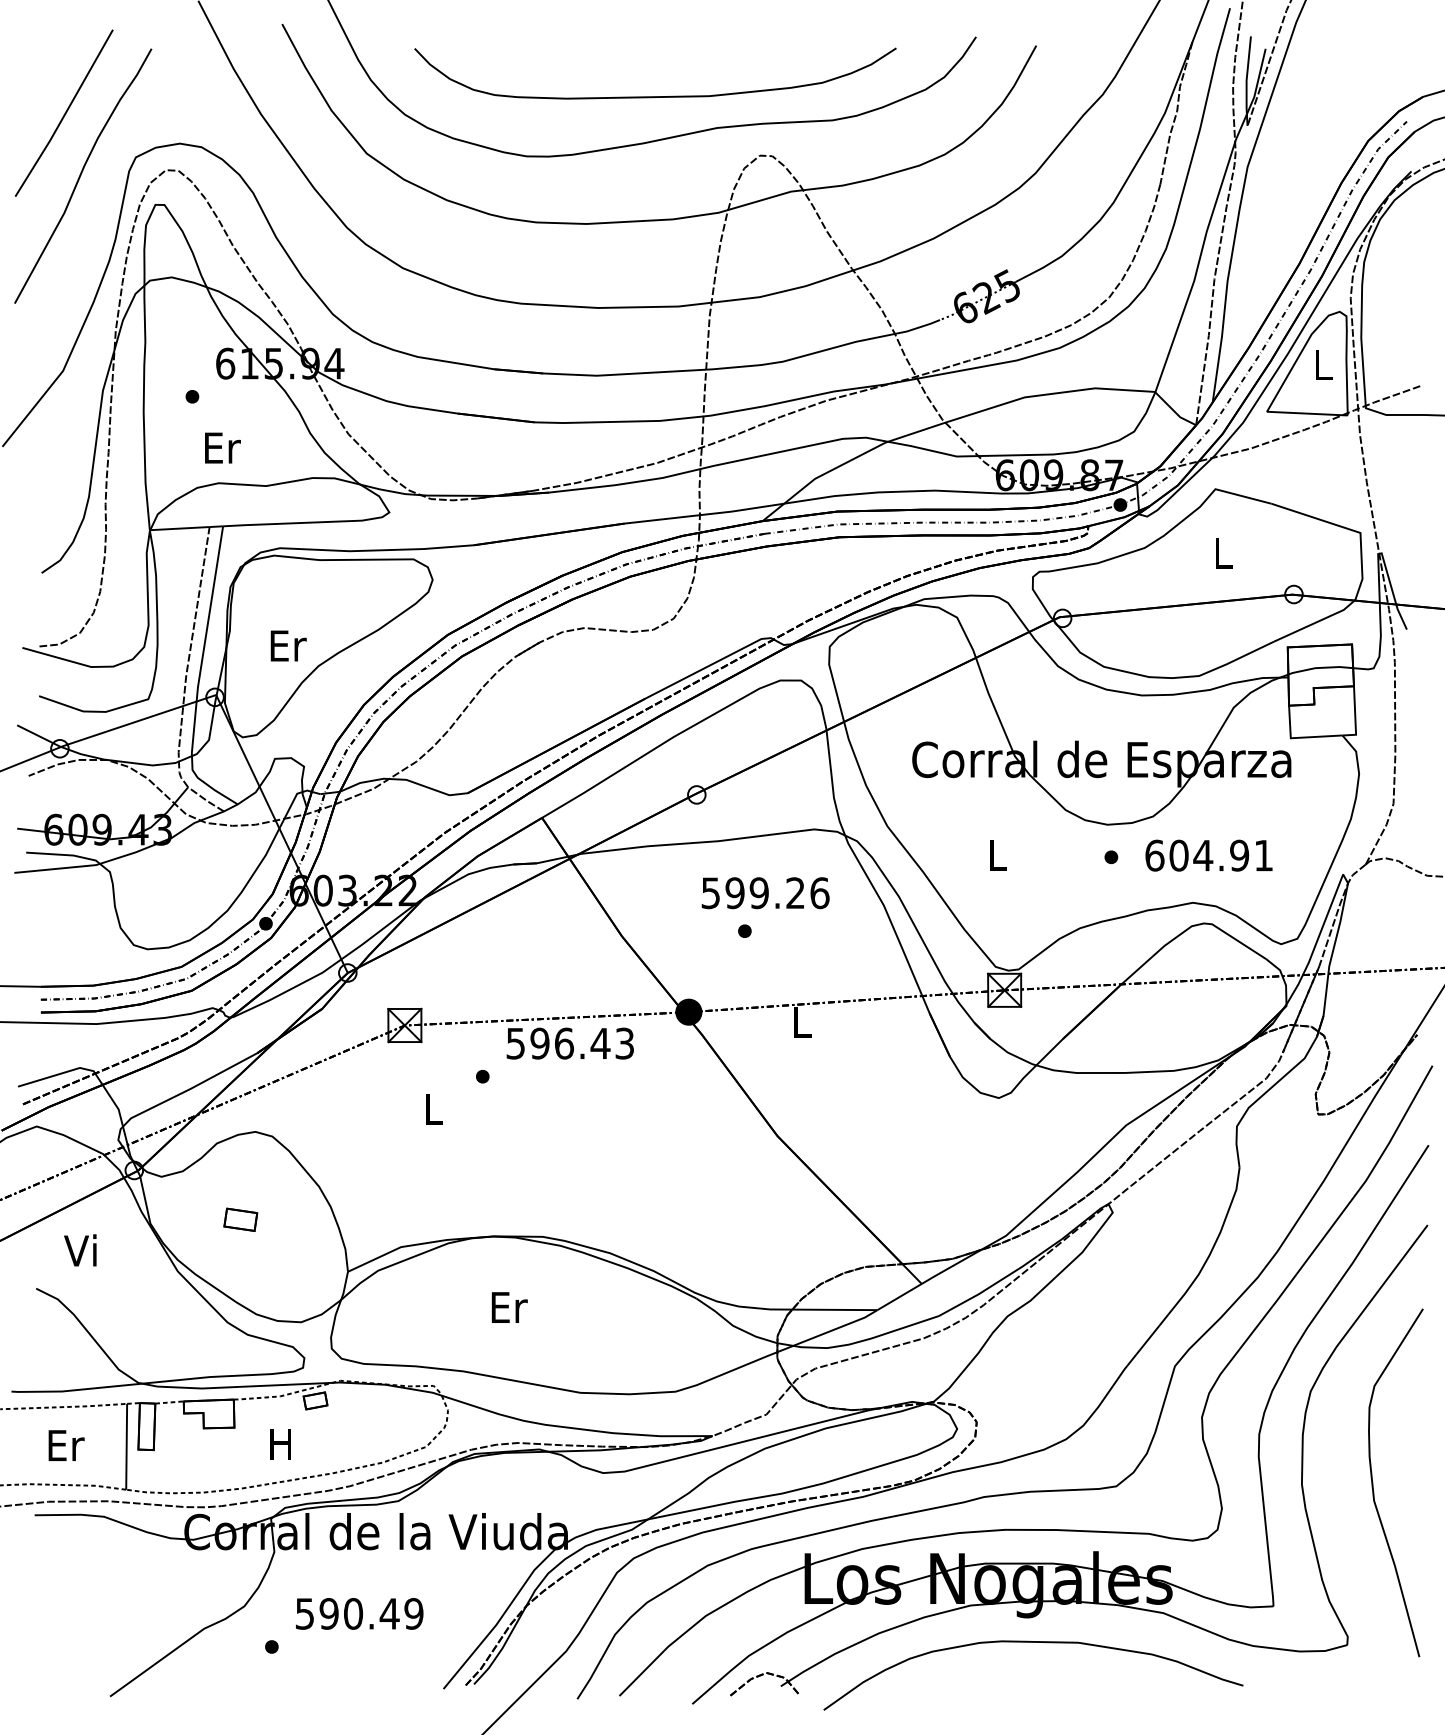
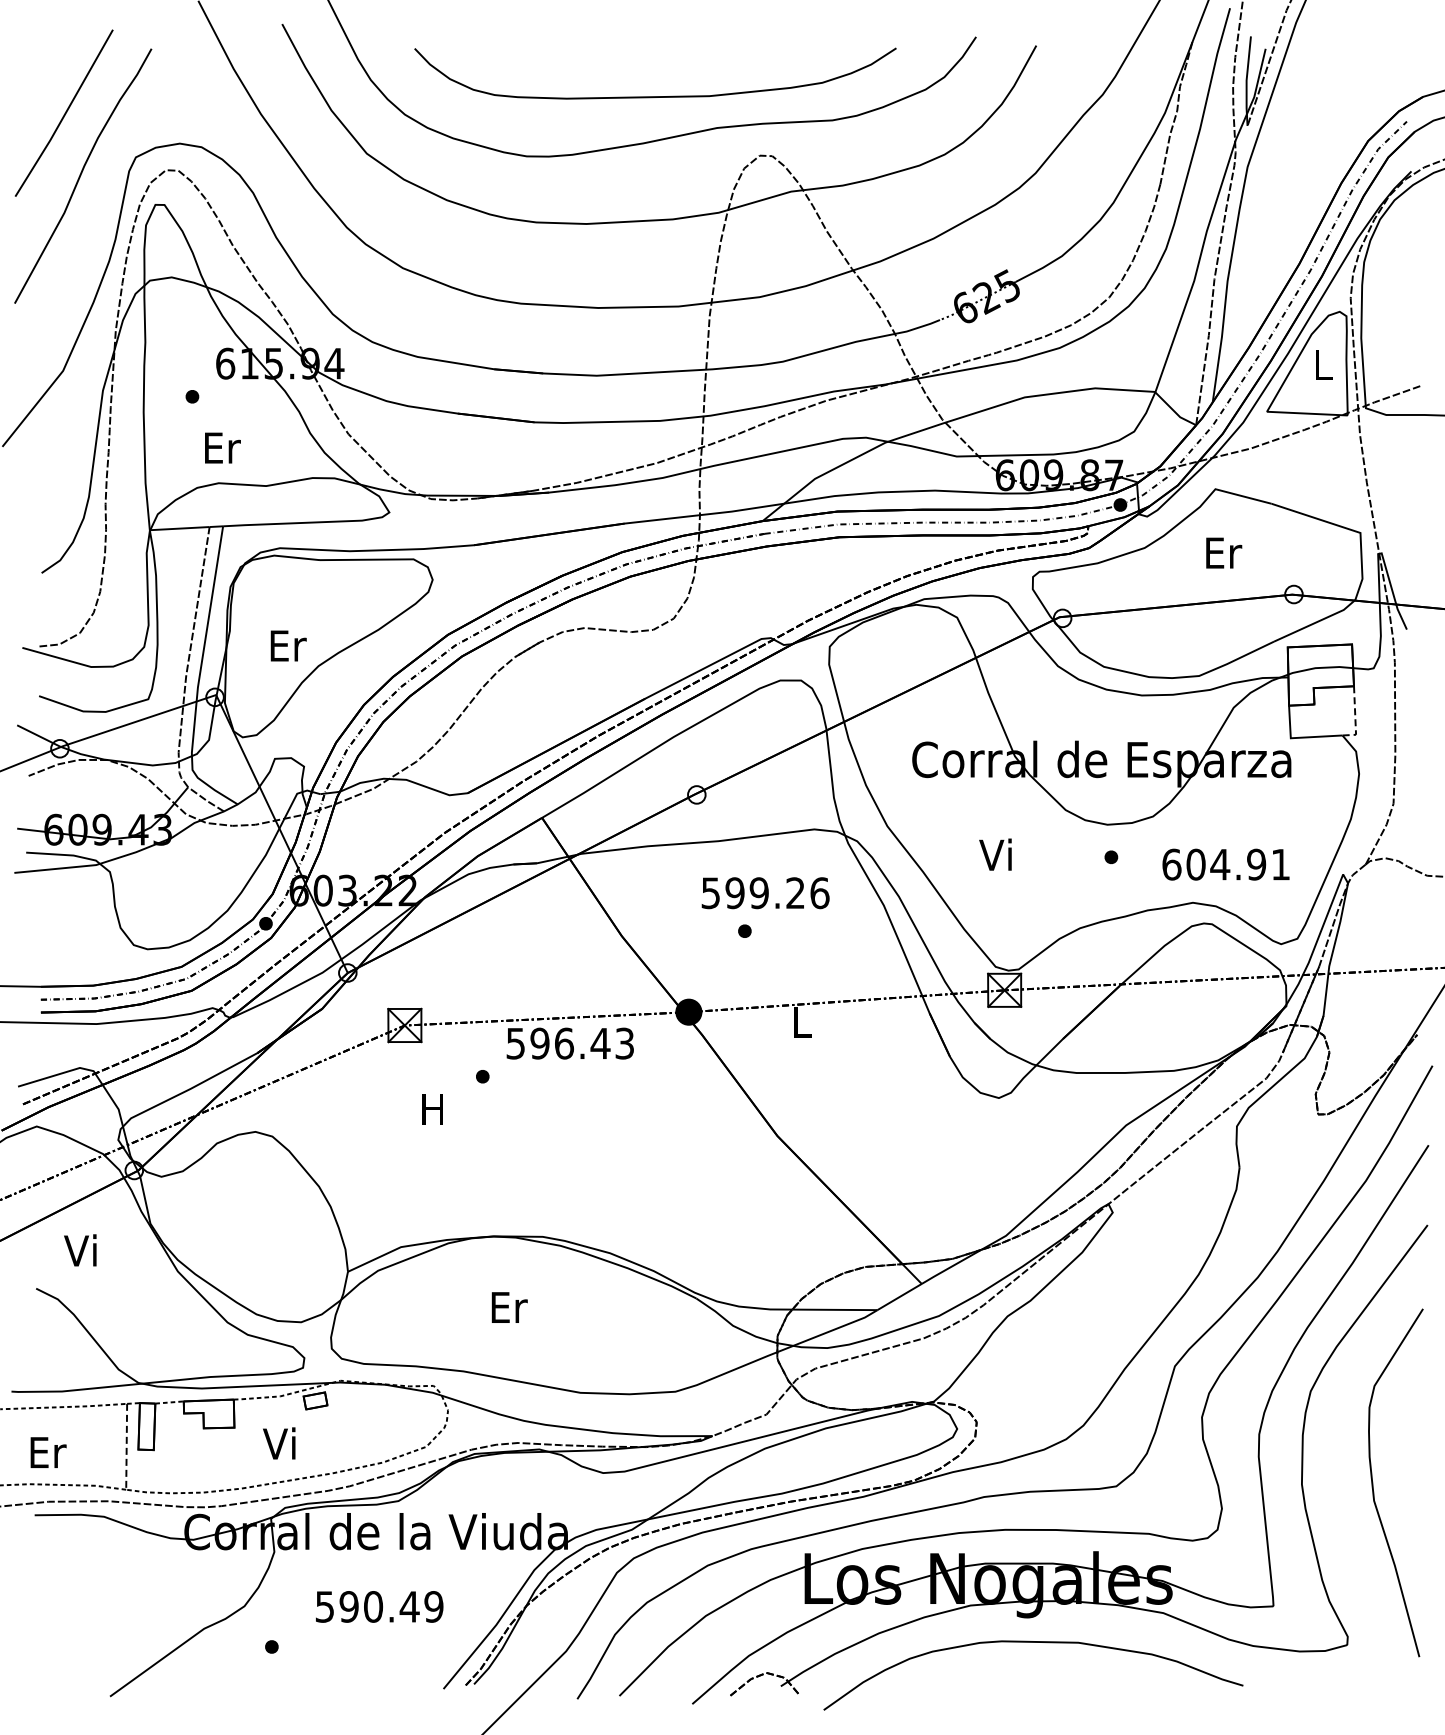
text at (1224, 552): L -> Er
line at (1355, 717): solid -> dashed
text at (995, 854): L -> Vi
text at (1208, 855) position: (1208, 855) -> (1225, 864)
text at (432, 1109): L -> H
part at (240, 1219): present -> none
text at (279, 1443): H -> Vi
text at (66, 1445) position: (66, 1445) -> (48, 1452)
line at (126, 1446): solid -> dashed
text at (359, 1613) position: (359, 1613) -> (379, 1606)
